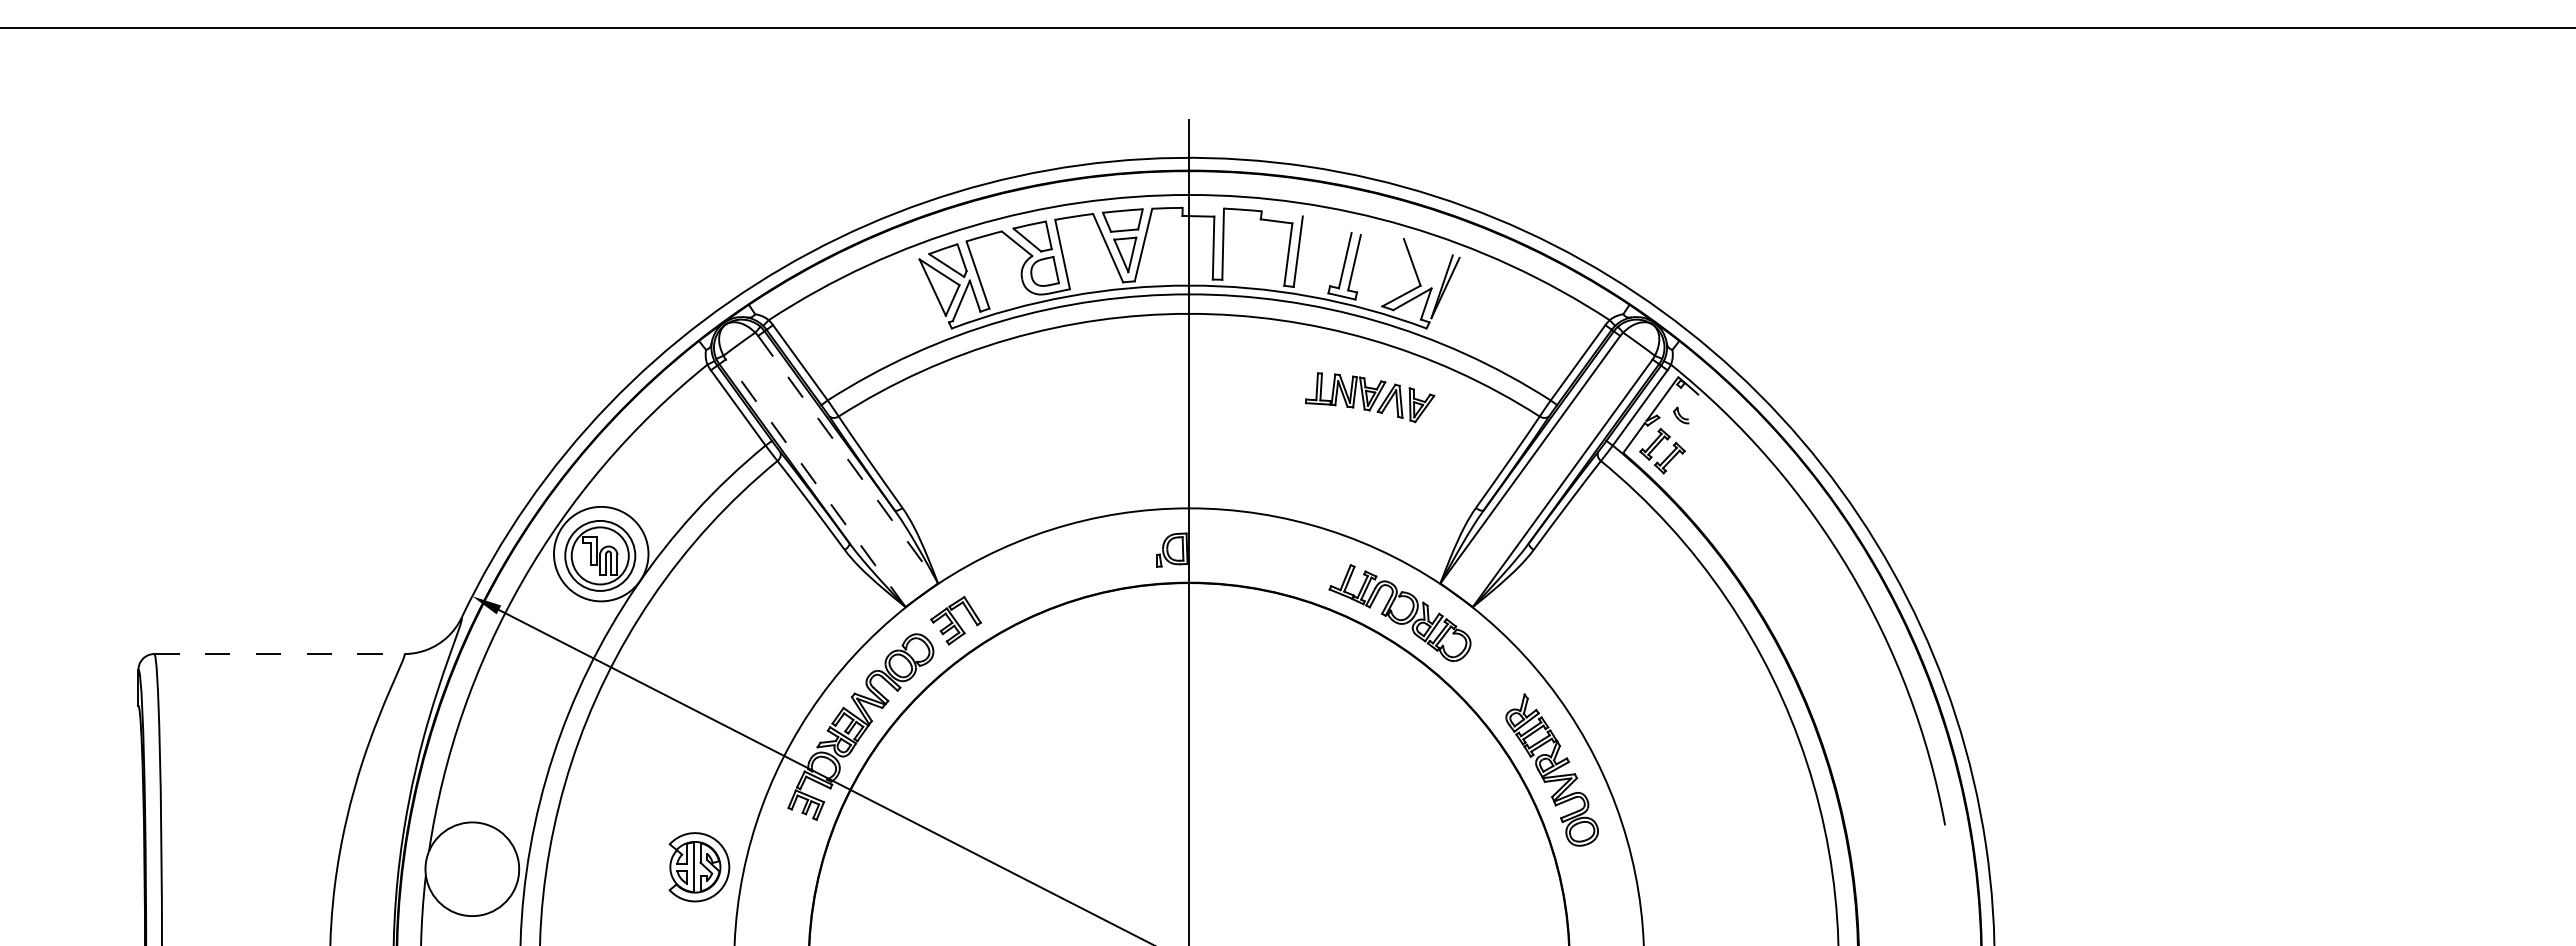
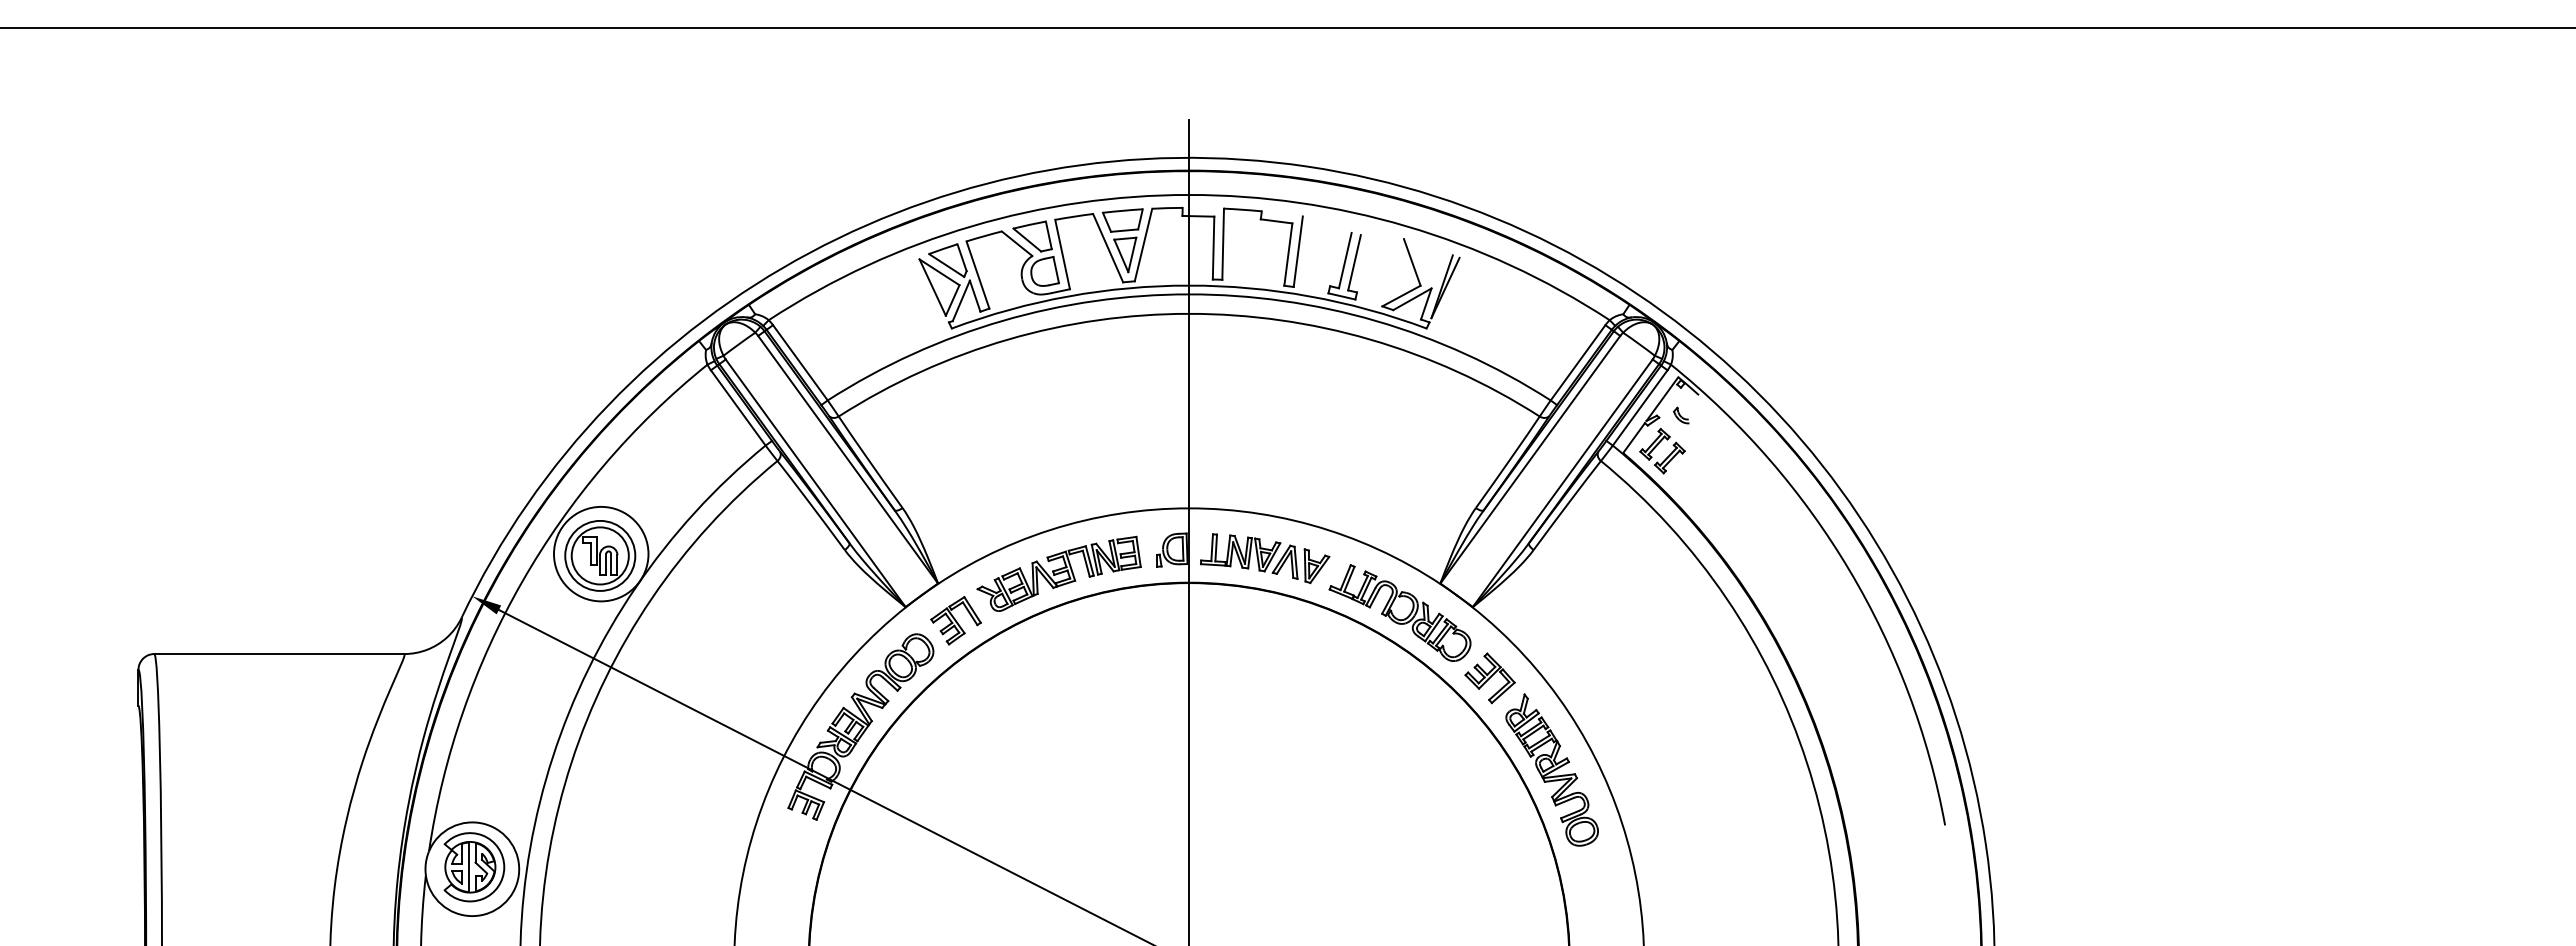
part at (1370, 397) position: (1370, 397) -> (1265, 558)
line at (848, 459): dashed -> solid
line at (815, 483): dashed -> solid
part at (1058, 573): none -> present
line at (279, 654): dashed -> solid
part at (1489, 678): none -> present
part at (699, 867) position: (699, 867) -> (474, 867)
